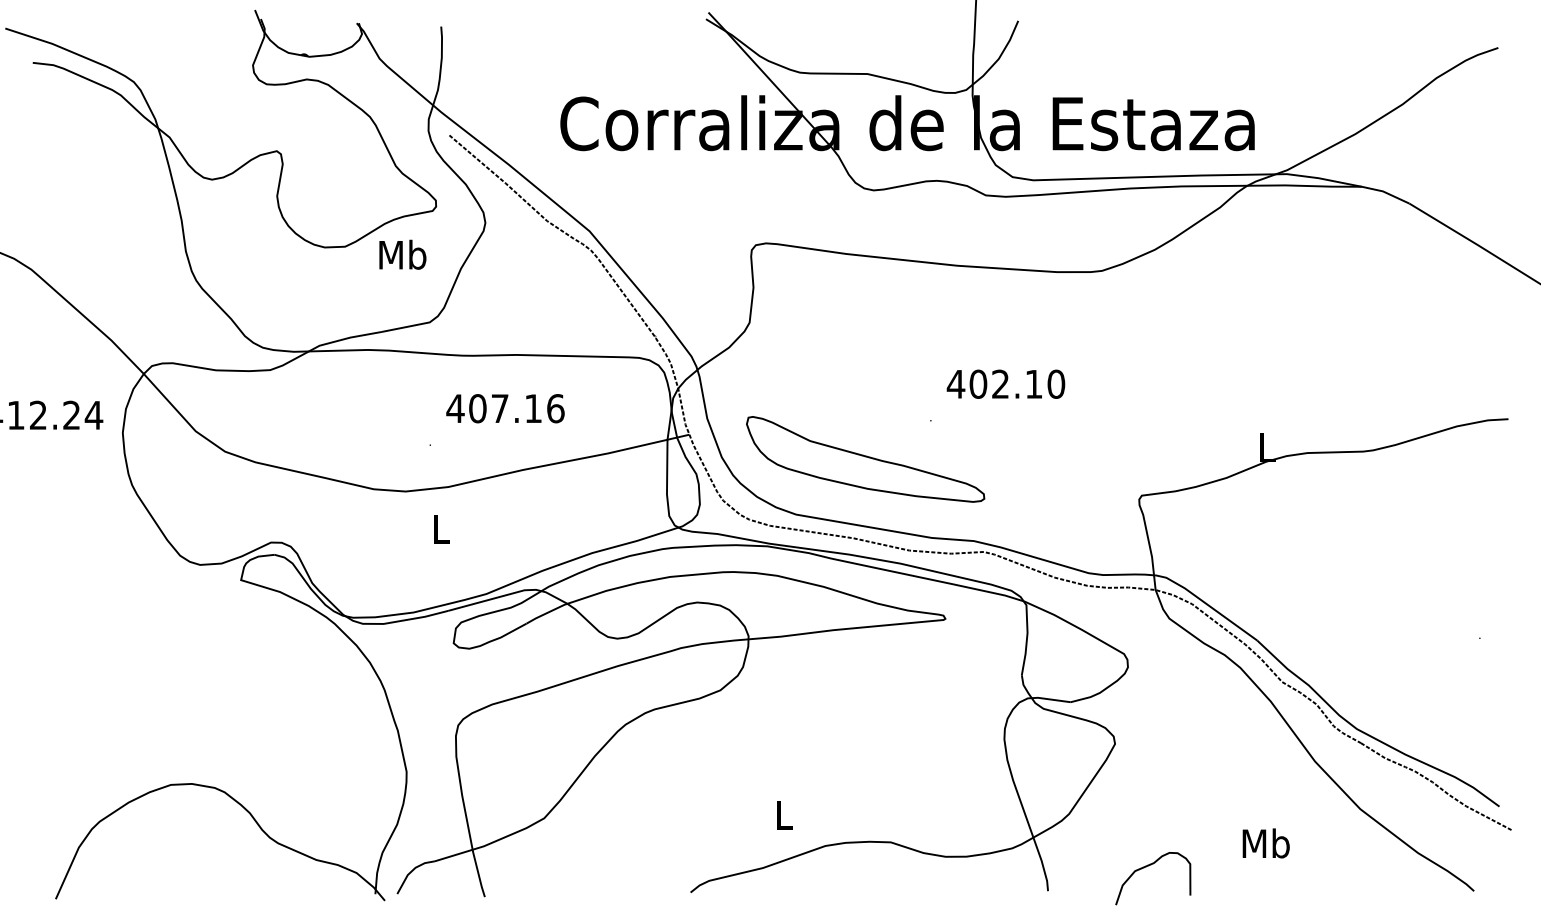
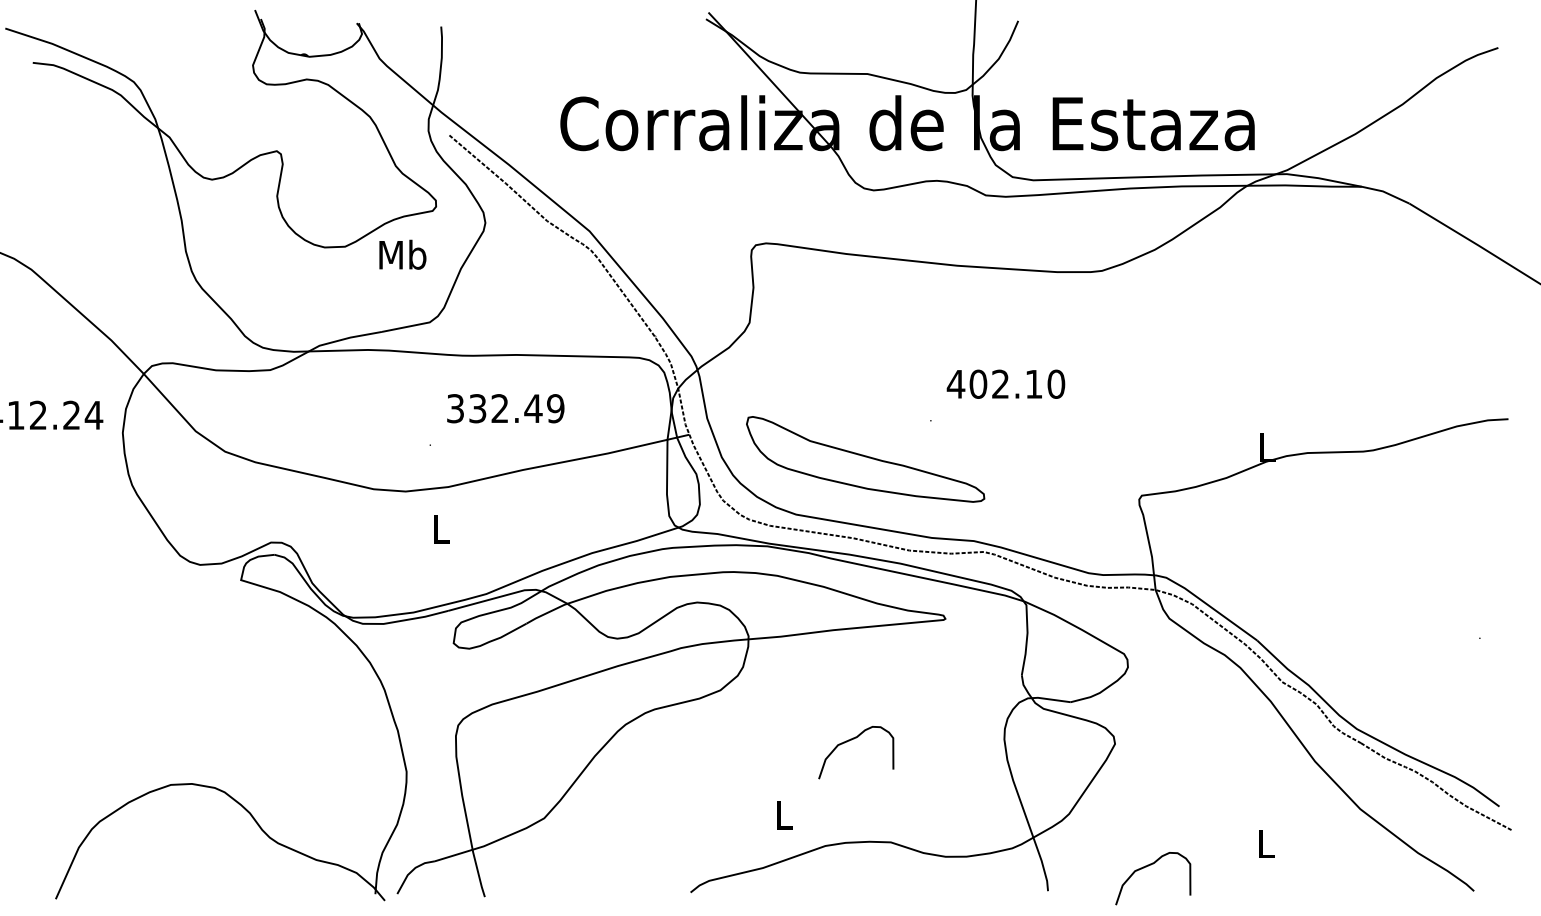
text at (505, 408): 407.16 -> 332.49
curve at (851, 740): none -> present
text at (1265, 843): Mb -> L
